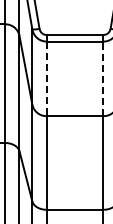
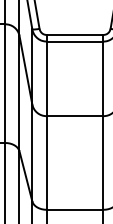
line at (103, 78): dashed -> solid
line at (46, 79): dashed -> solid
